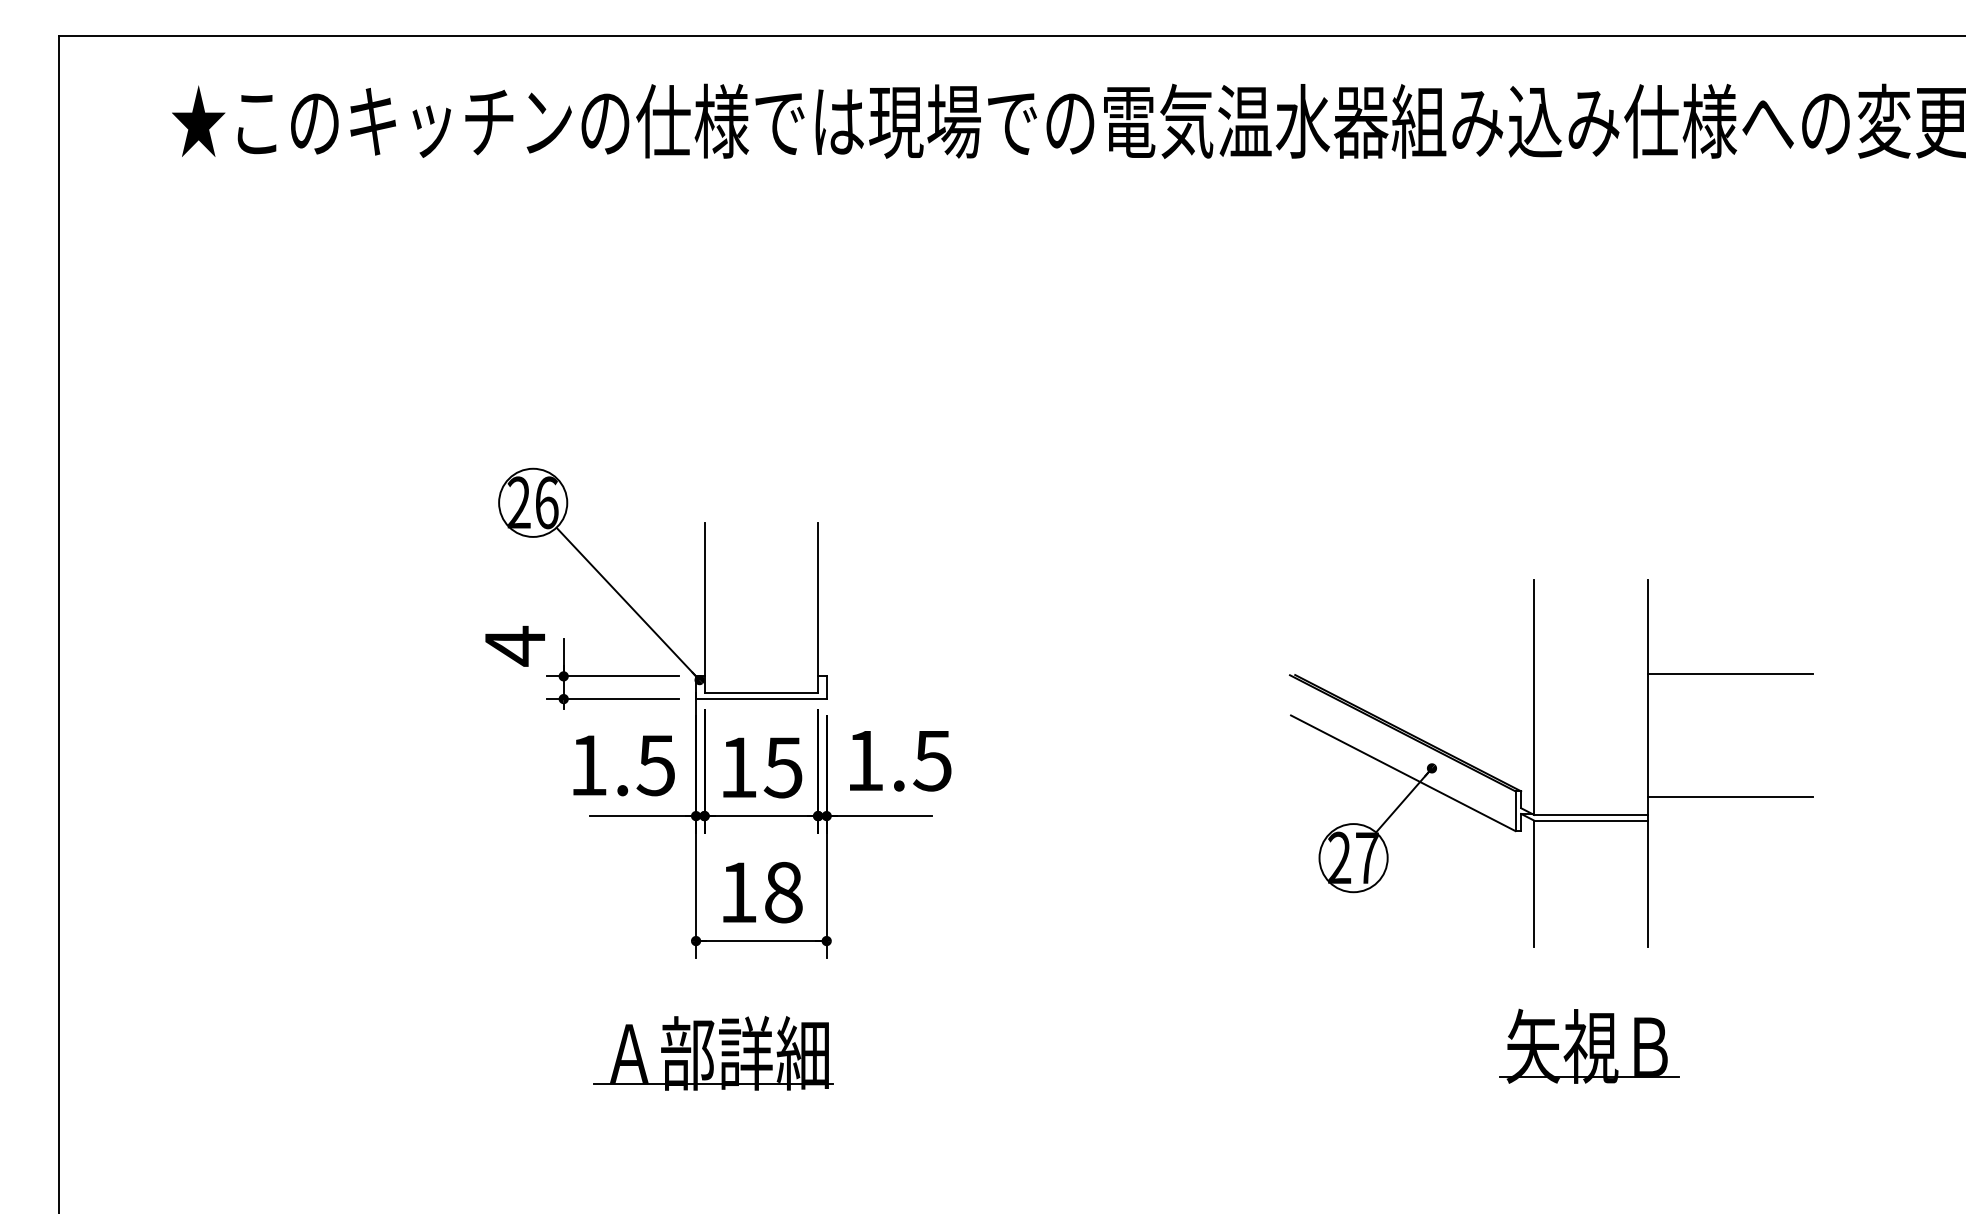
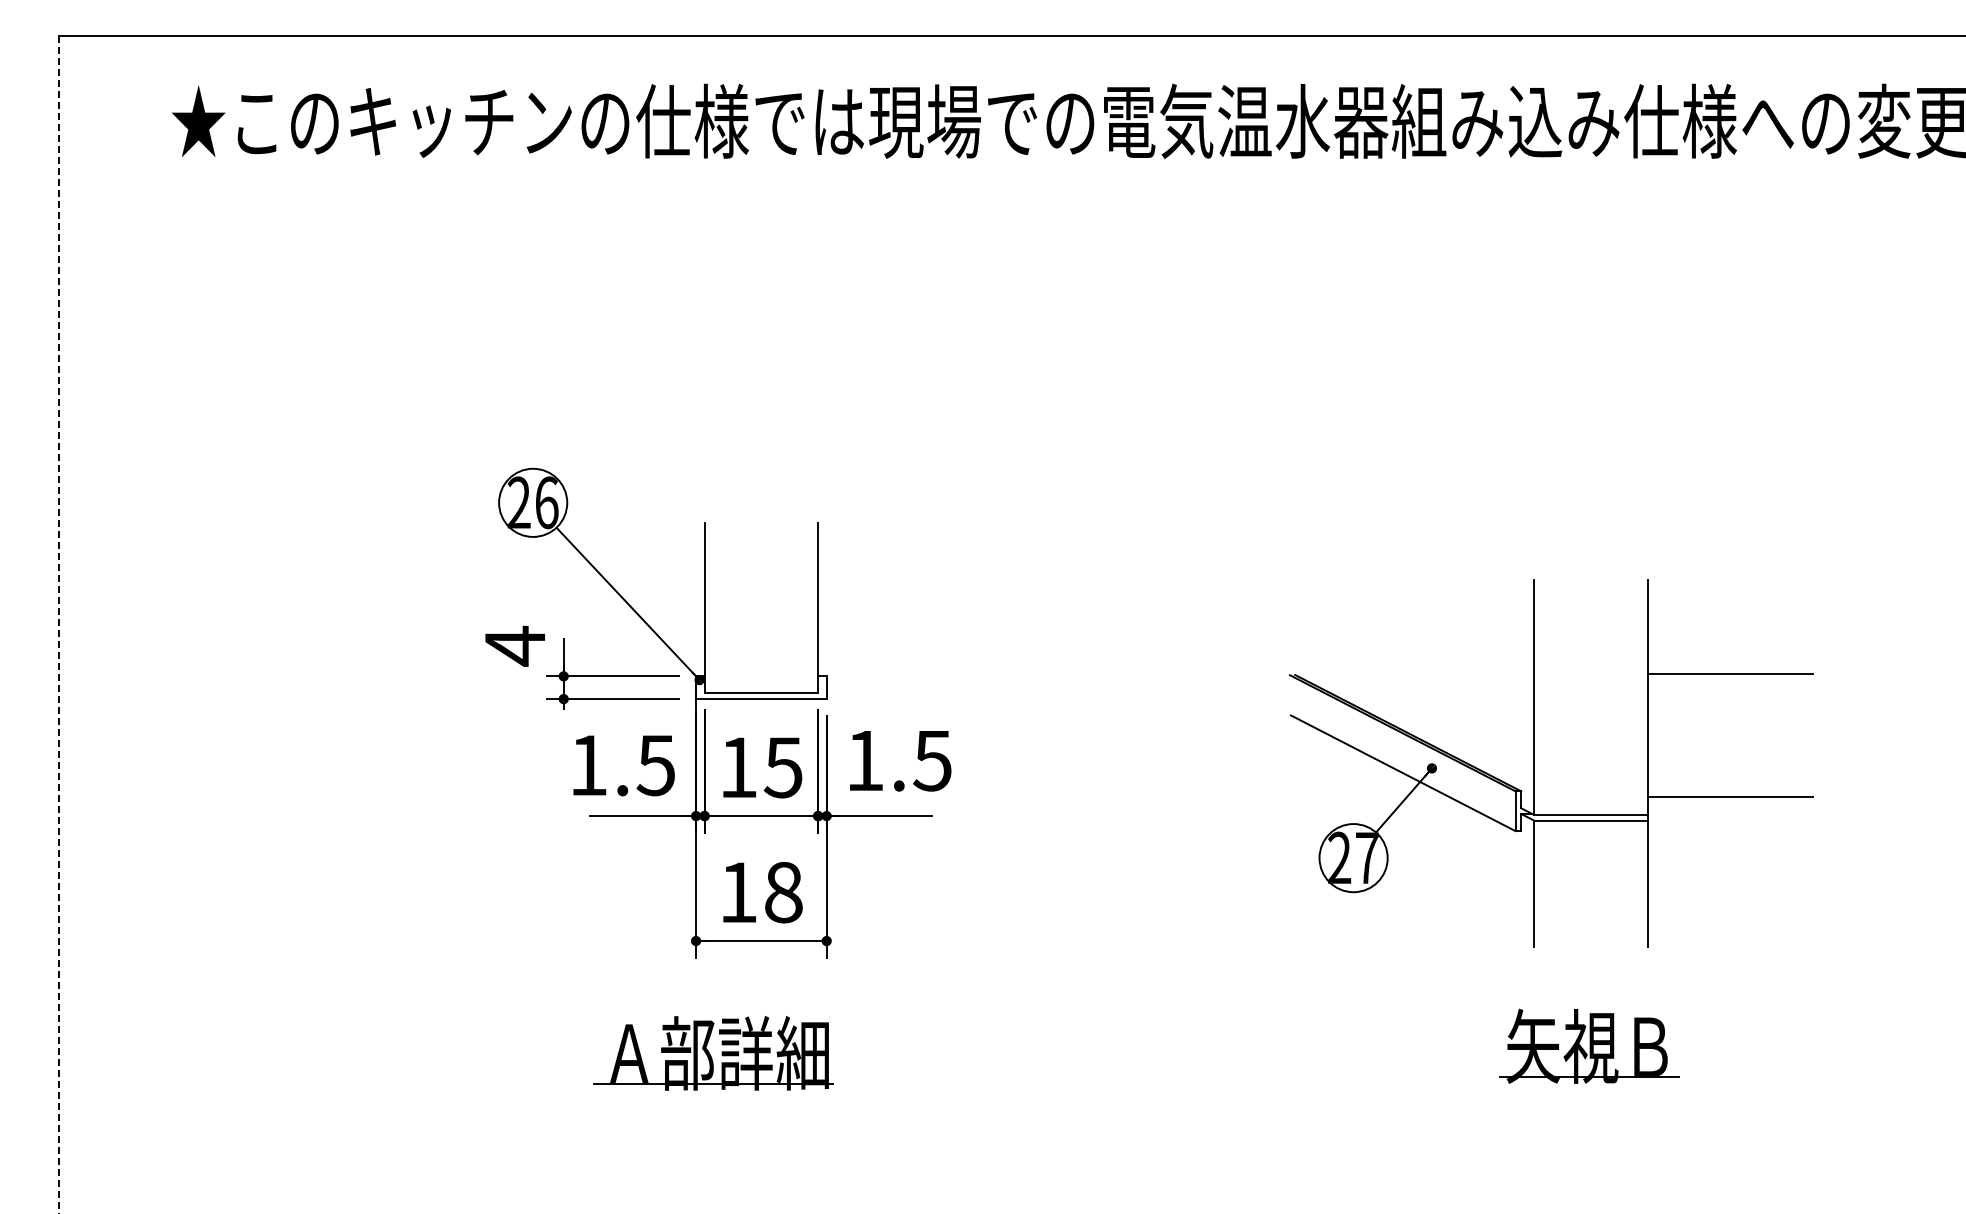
line at (58, 625): solid -> dashed
